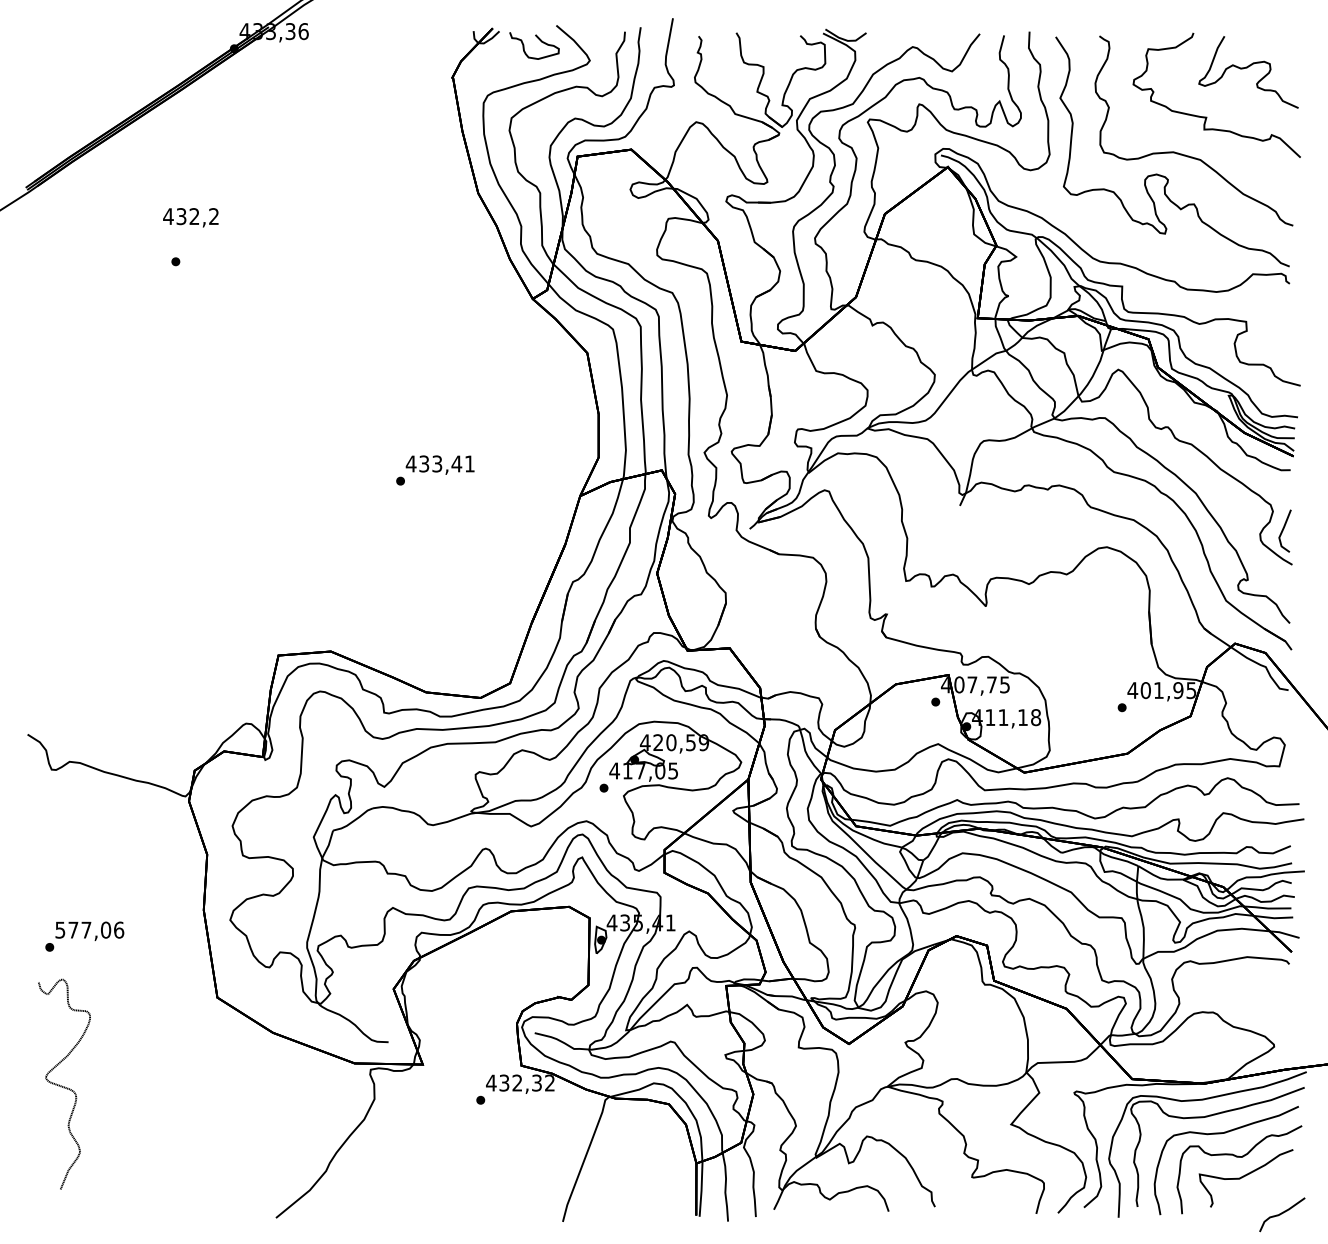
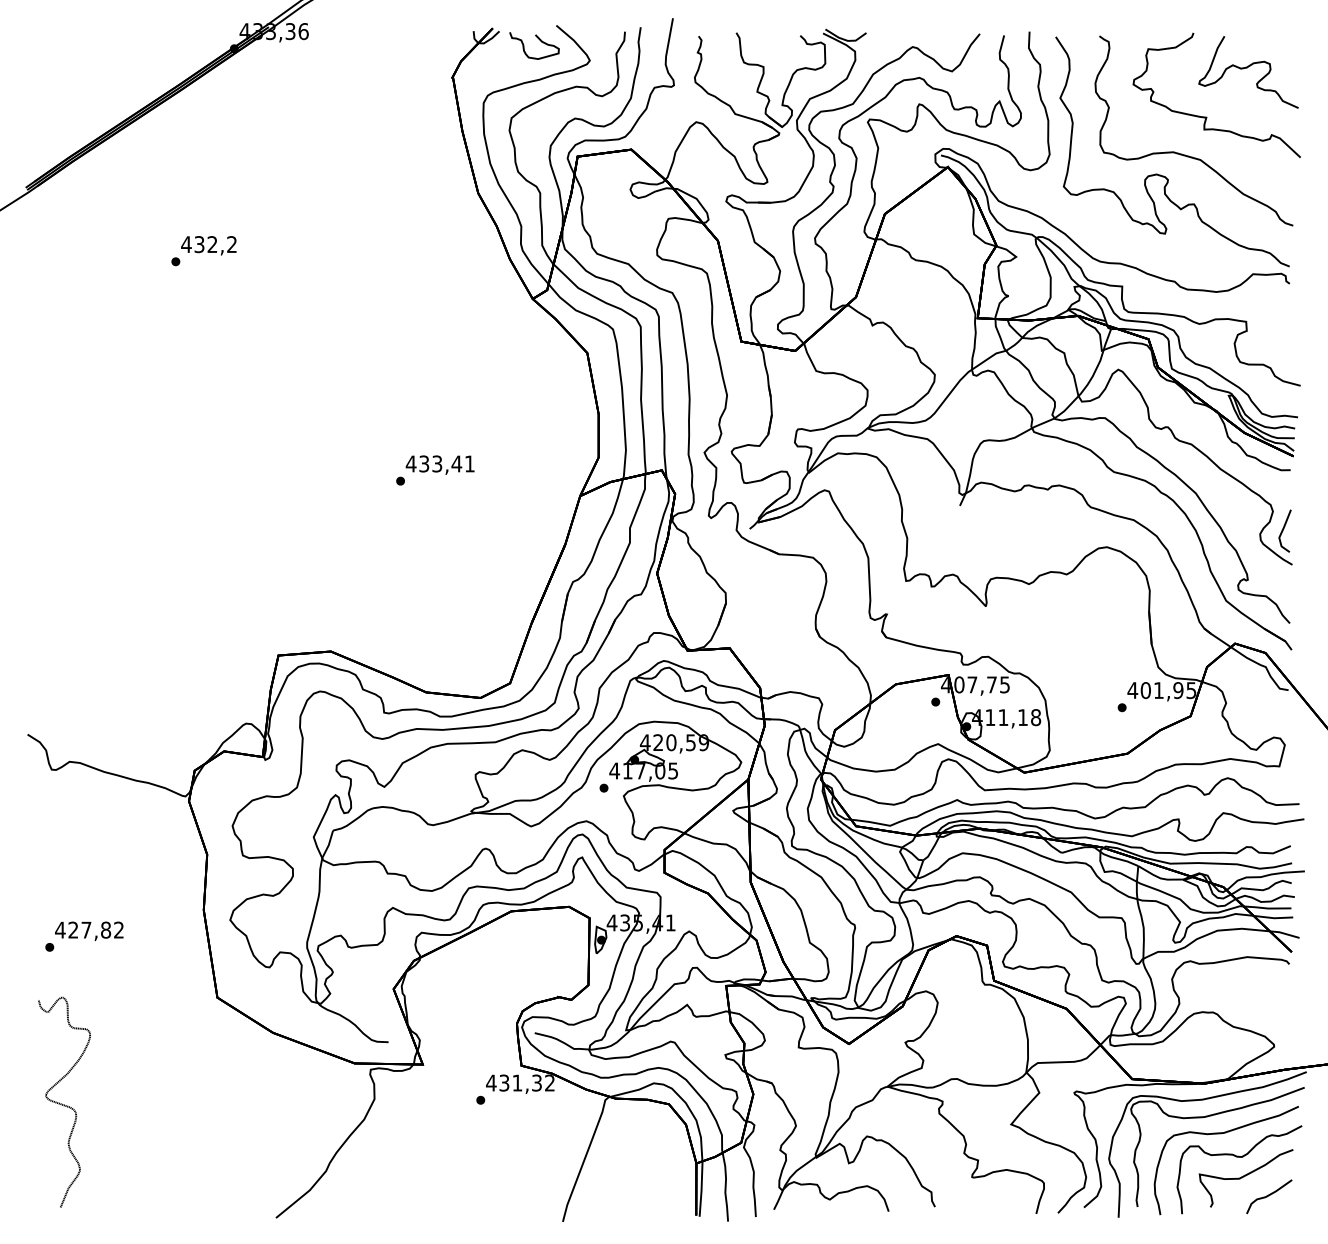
text at (190, 217) position: (190, 217) -> (208, 245)
text at (89, 929): 577,06 -> 427,82
text at (517, 1082): 432,32 -> 431,32
curve at (64, 1086) position: (64, 1086) -> (64, 1104)
part at (1282, 1214) position: (1282, 1214) -> (1269, 1196)
